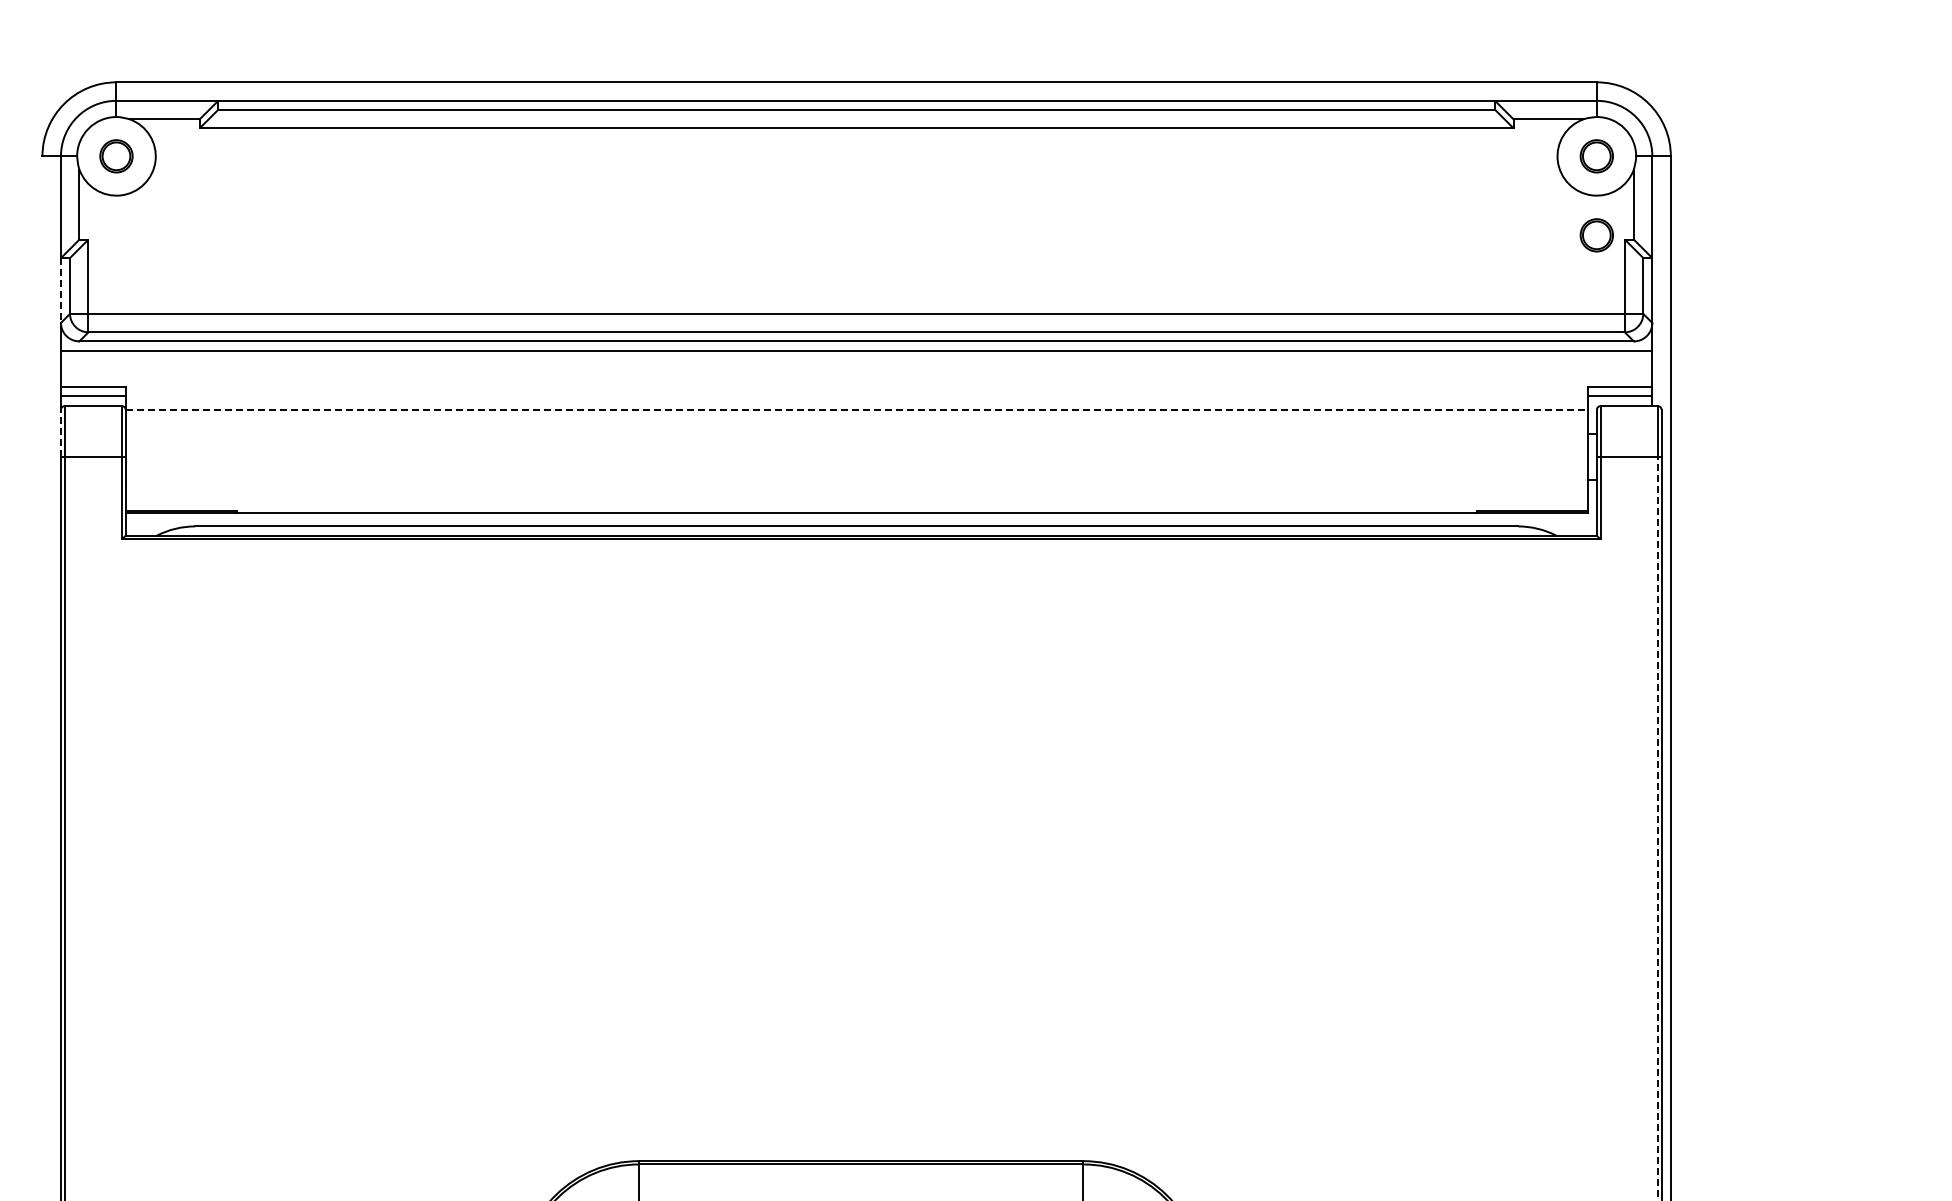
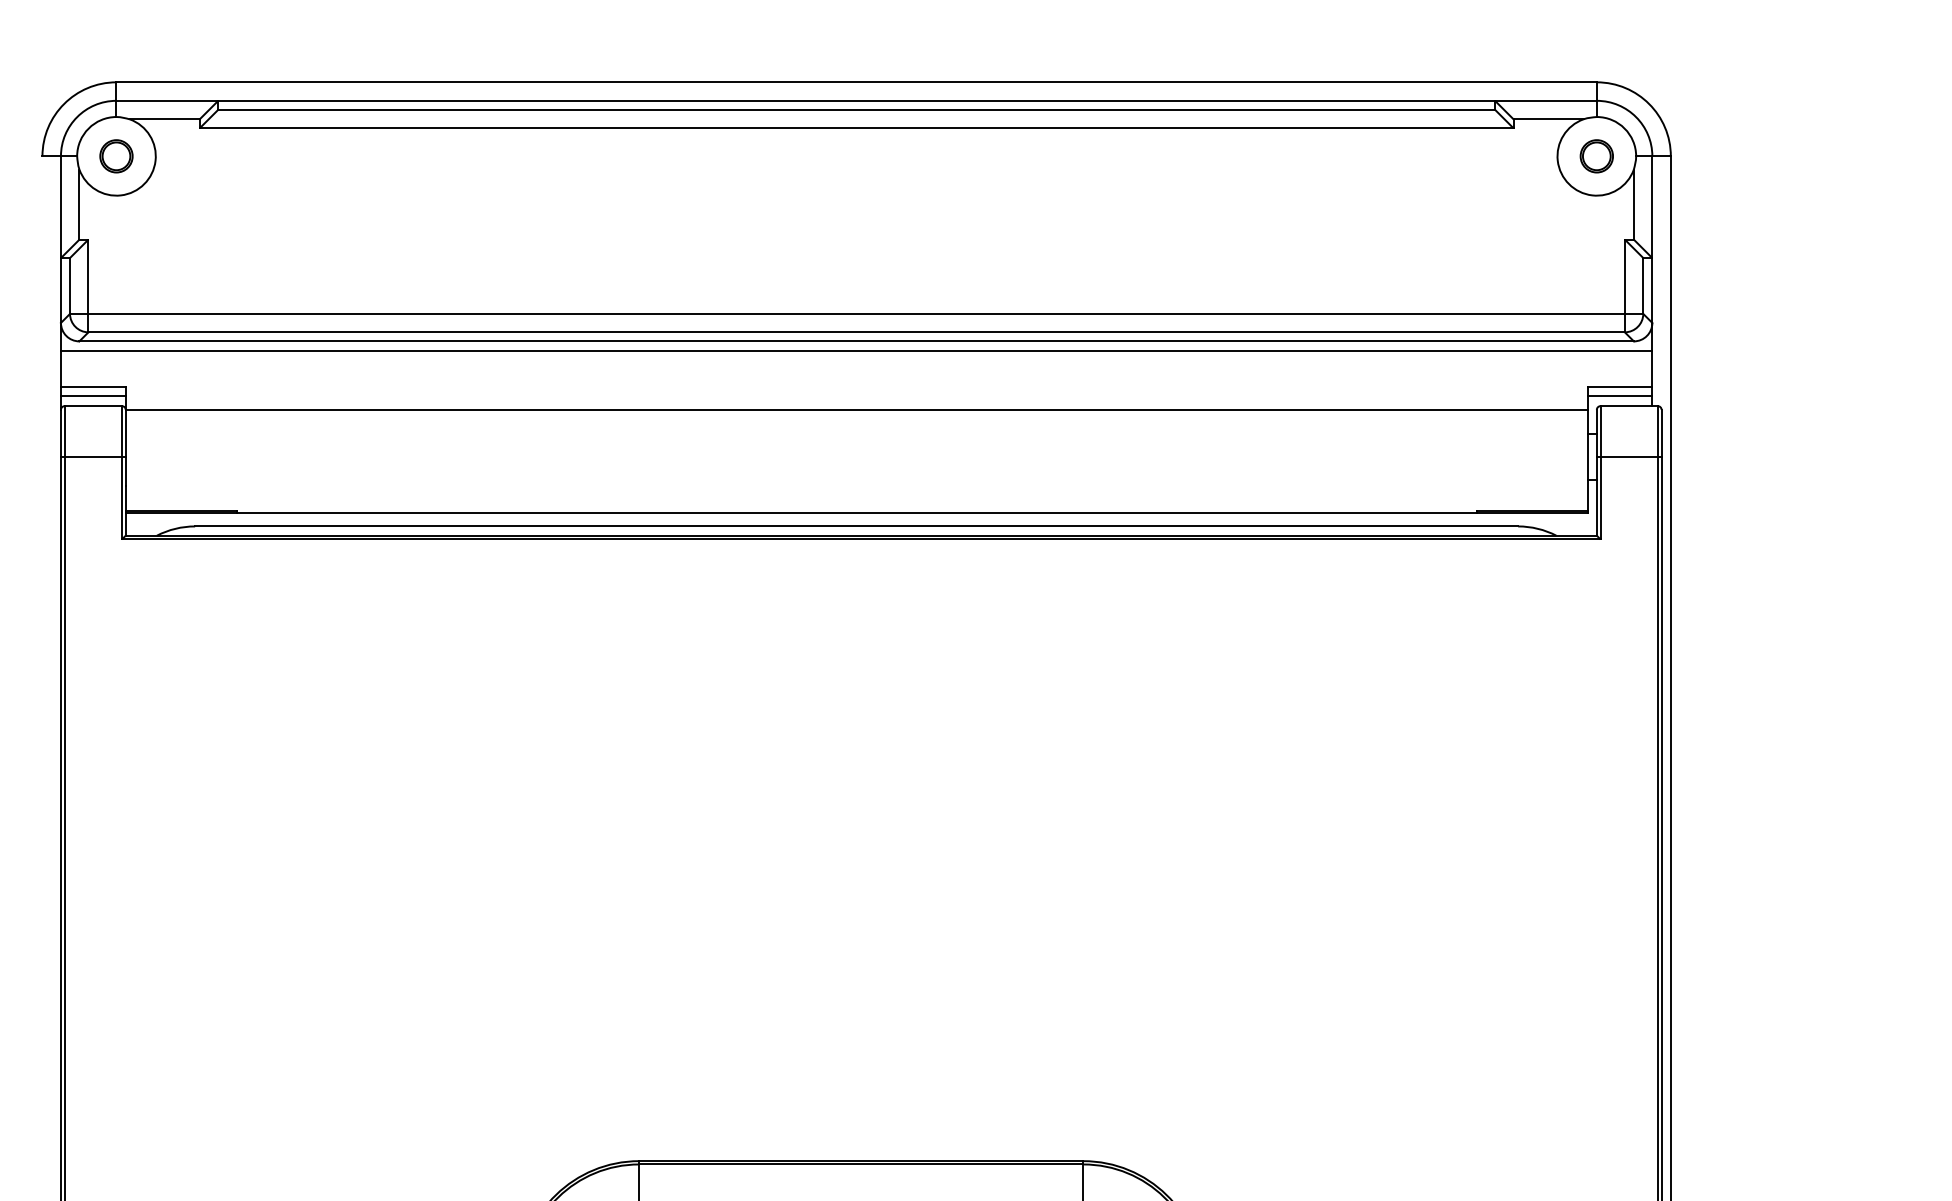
part at (1596, 235): present -> none
line at (60, 291): dashed -> solid
line at (856, 410): dashed -> solid
line at (60, 433): dashed -> solid
line at (1657, 828): dashed -> solid
